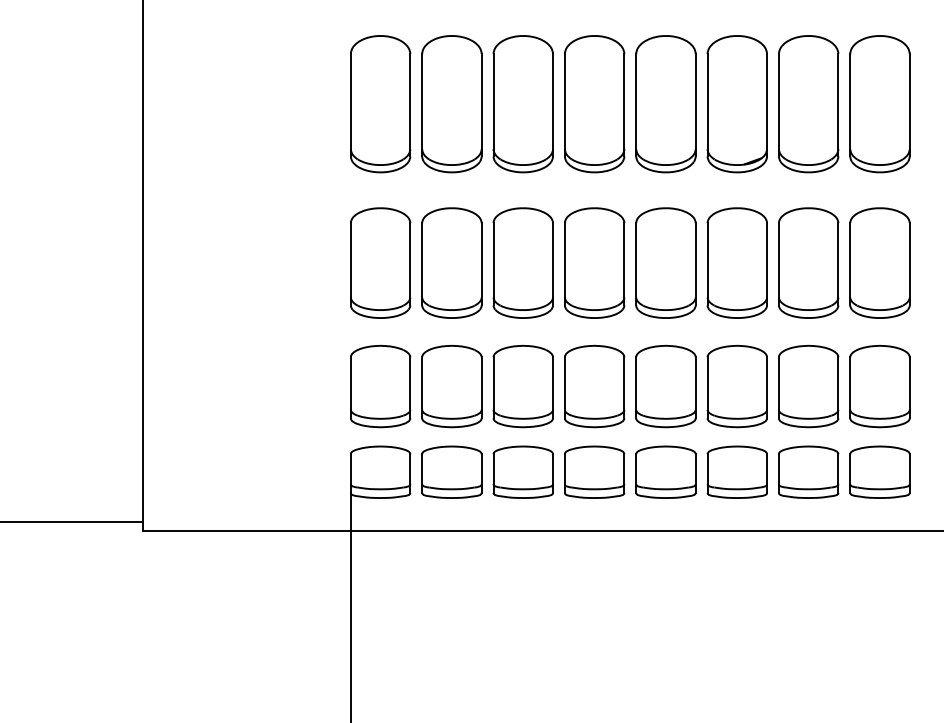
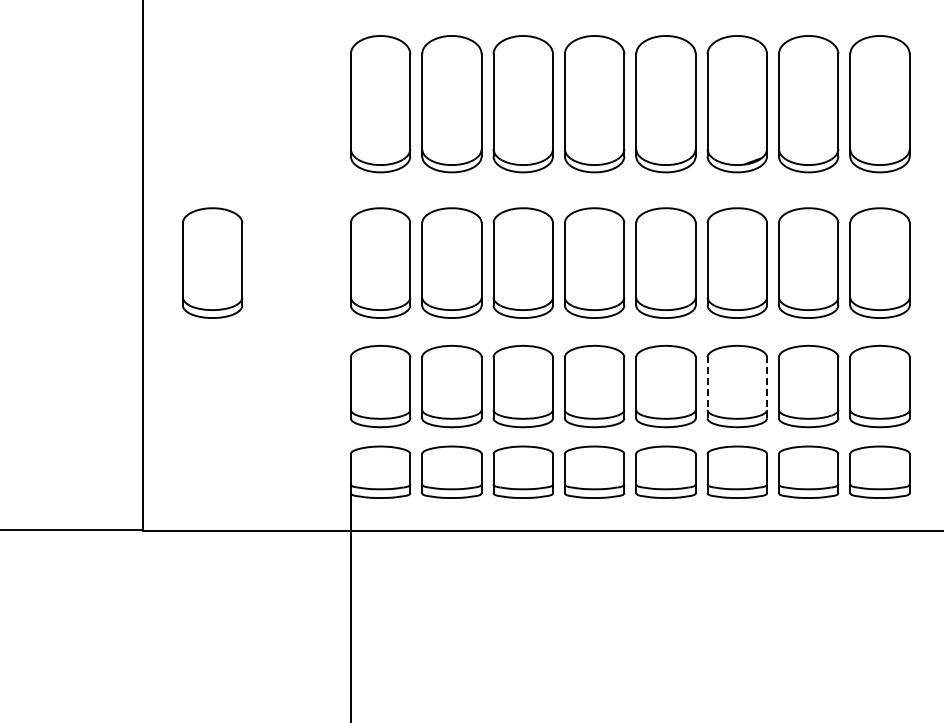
part at (212, 262): none -> present
line at (707, 387): solid -> dashed
line at (767, 387): solid -> dashed
line at (72, 521) position: (72, 521) -> (72, 529)
